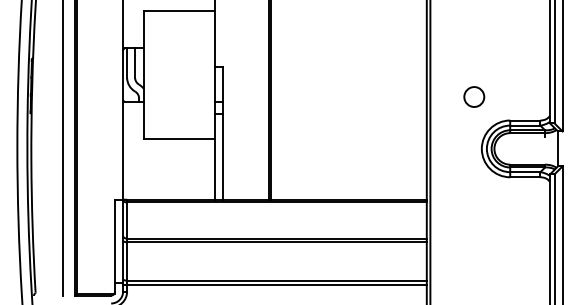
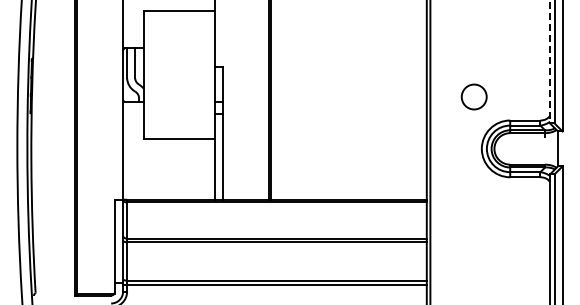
line at (550, 62): solid -> dashed
circle at (474, 96) size: 23x22 px -> 28x28 px
line at (63, 148): present -> none
